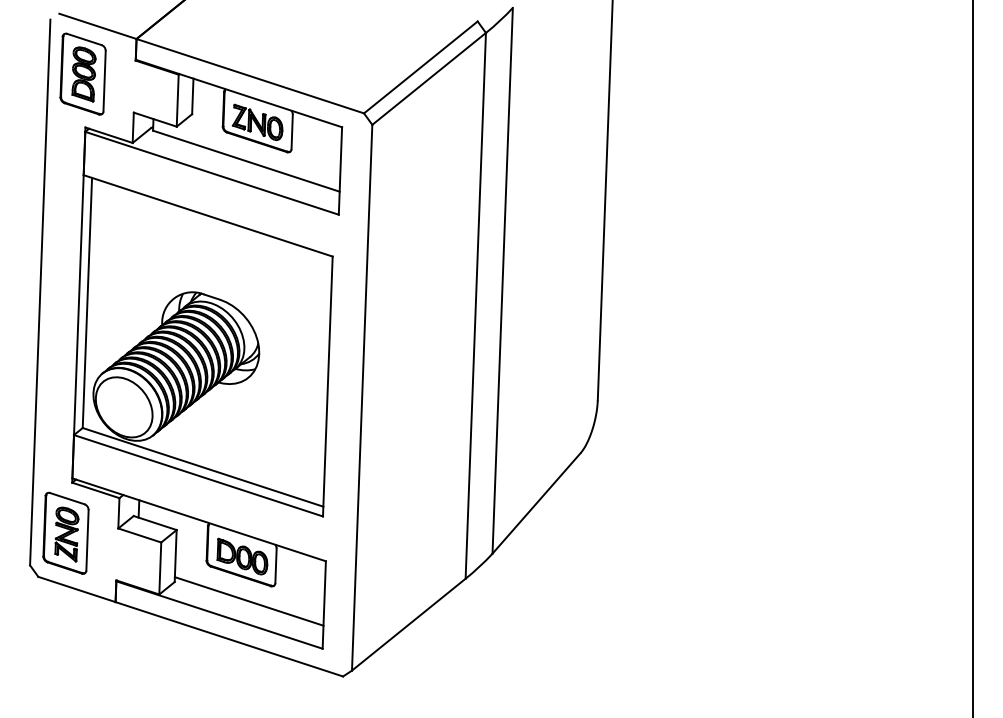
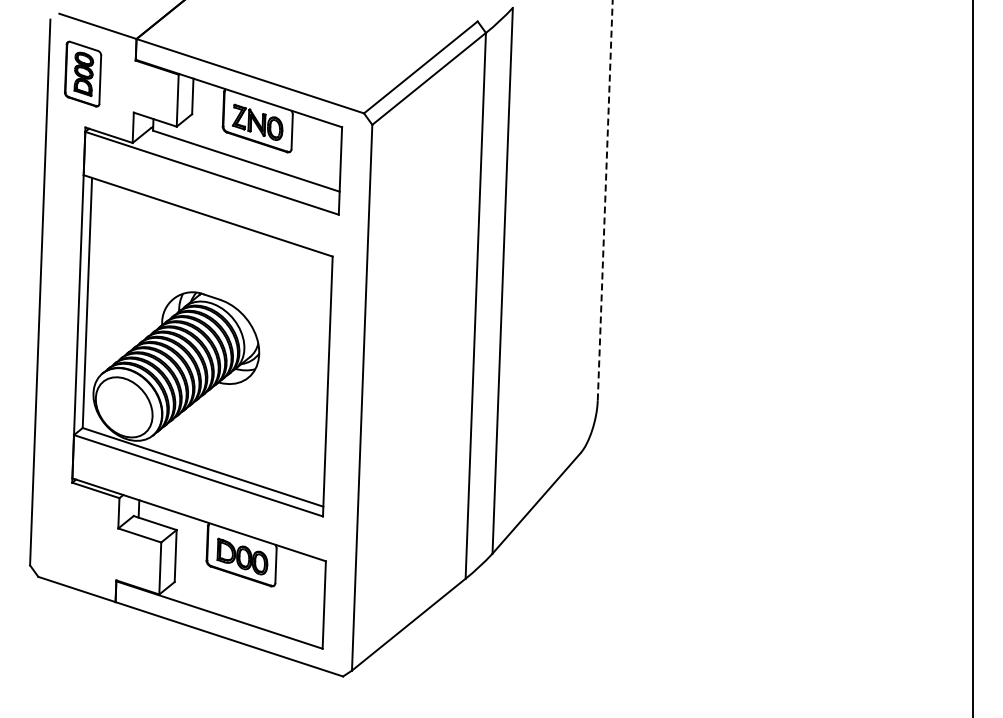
part at (82, 73) size: 48x84 px -> 39x68 px
line at (605, 200): solid -> dashed
part at (65, 532): present -> none
line at (248, 601): present -> none
